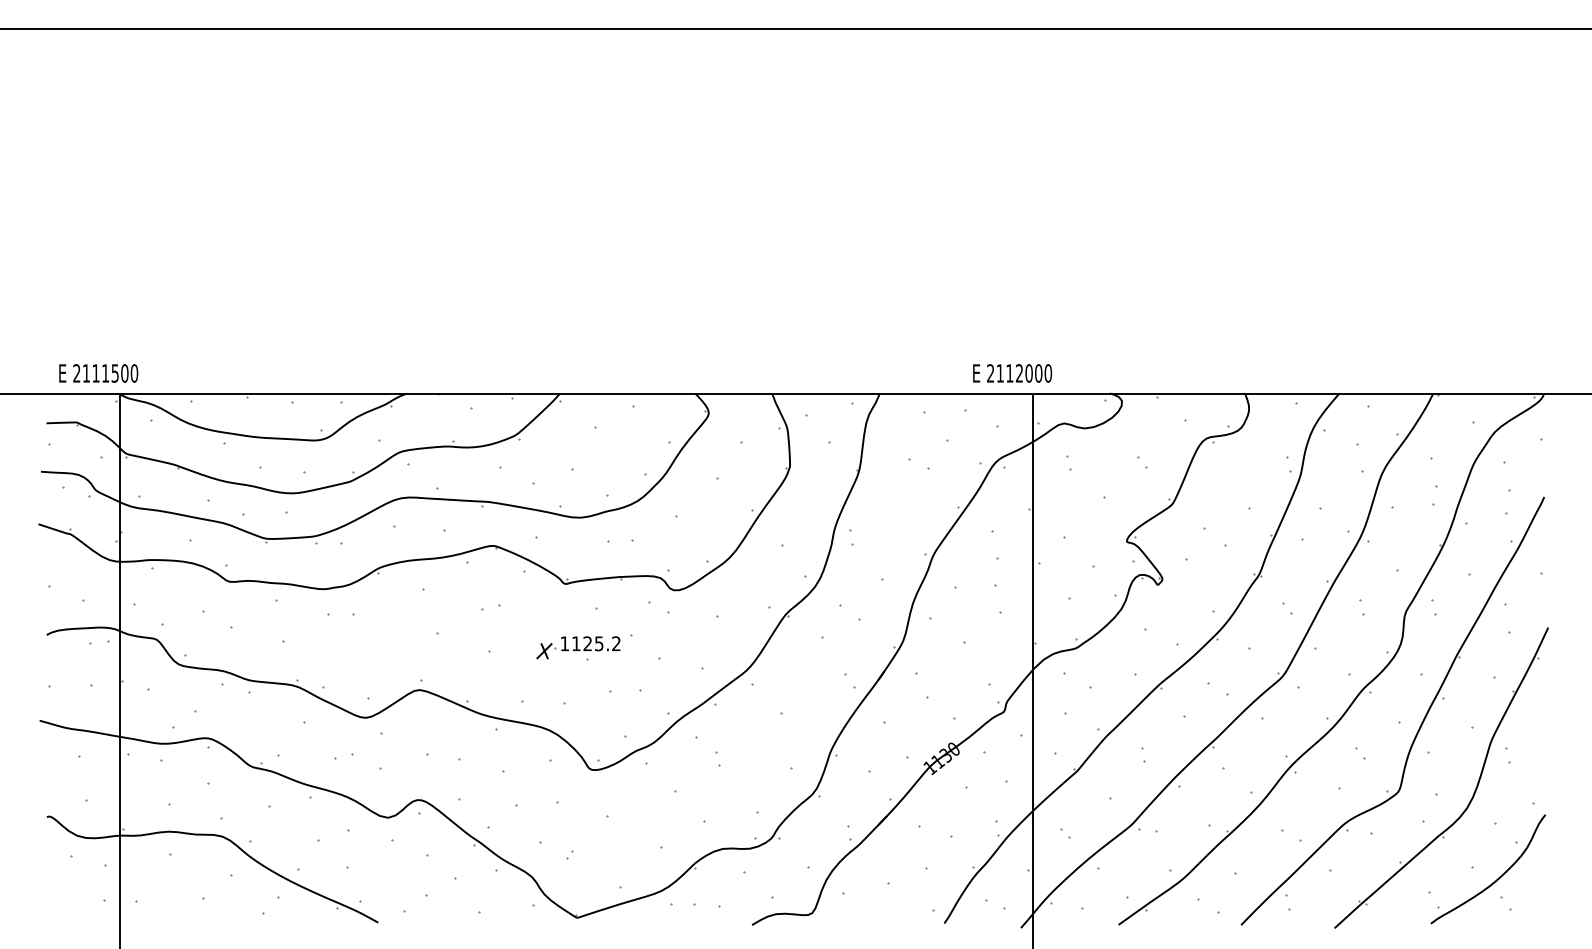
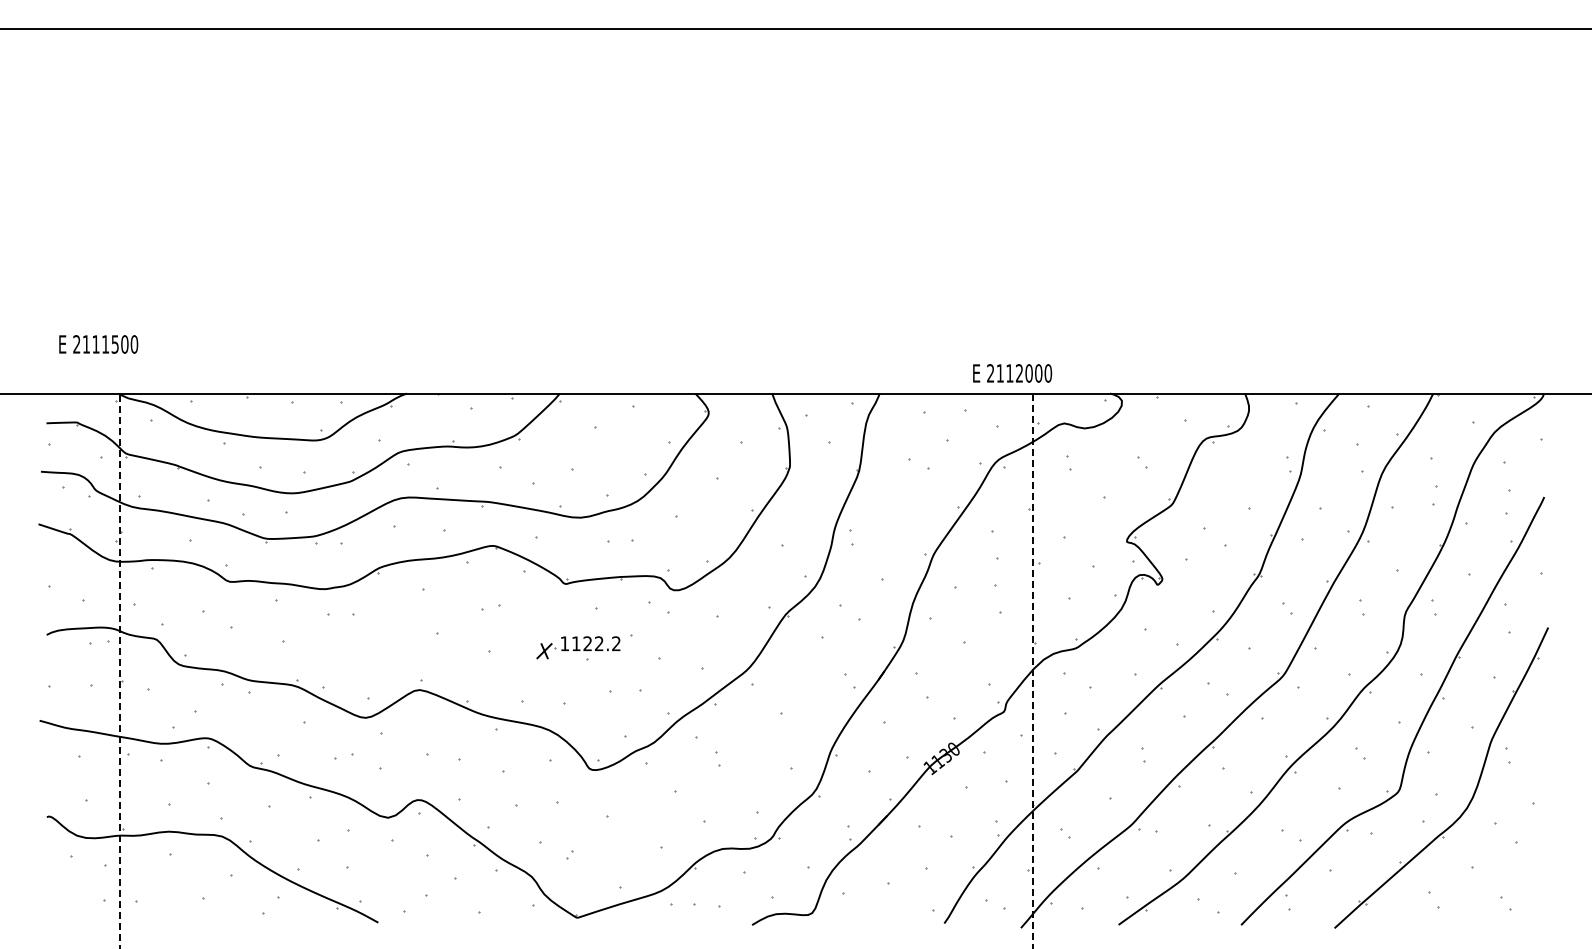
text at (98, 373) position: (98, 373) -> (98, 344)
text at (599, 643): 1125.2 -> 1122.2
line at (119, 670): solid -> dashed
line at (1032, 671): solid -> dashed
curve at (1497, 878): present -> none
